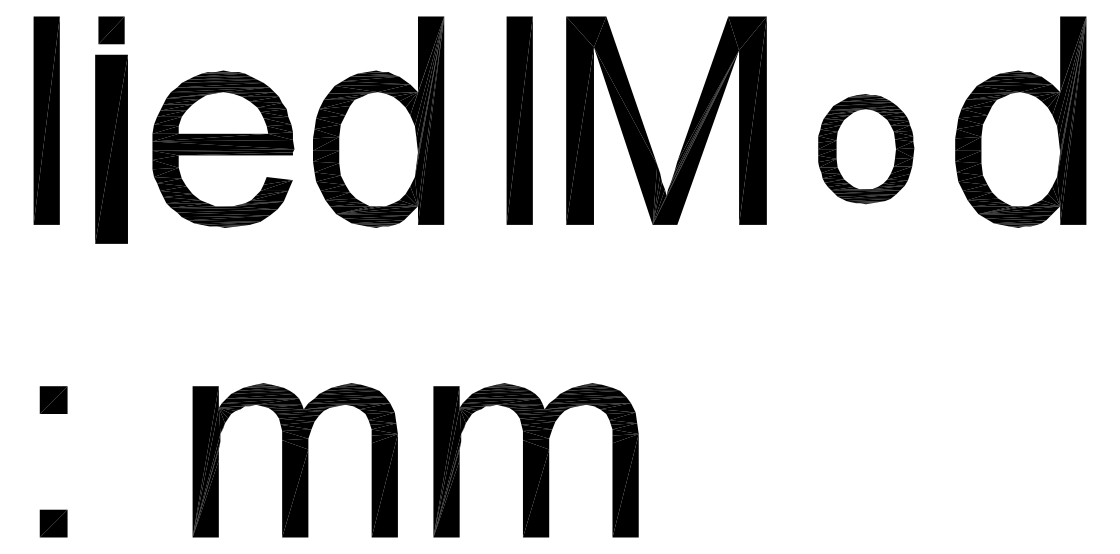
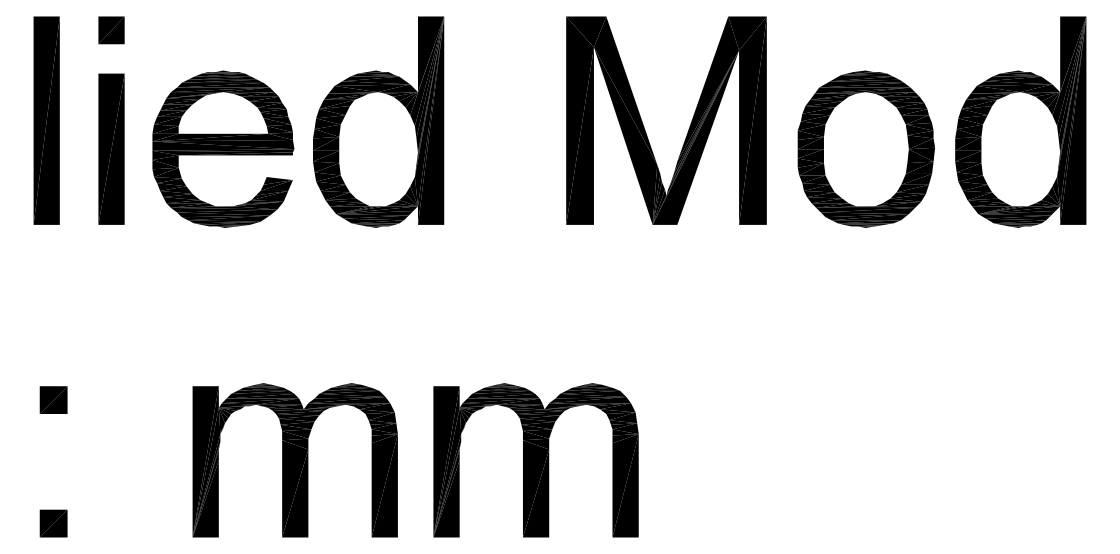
part at (519, 120): present -> none
part at (111, 148) size: 33x190 px -> 27x152 px
part at (866, 149) size: 97x111 px -> 138x158 px
